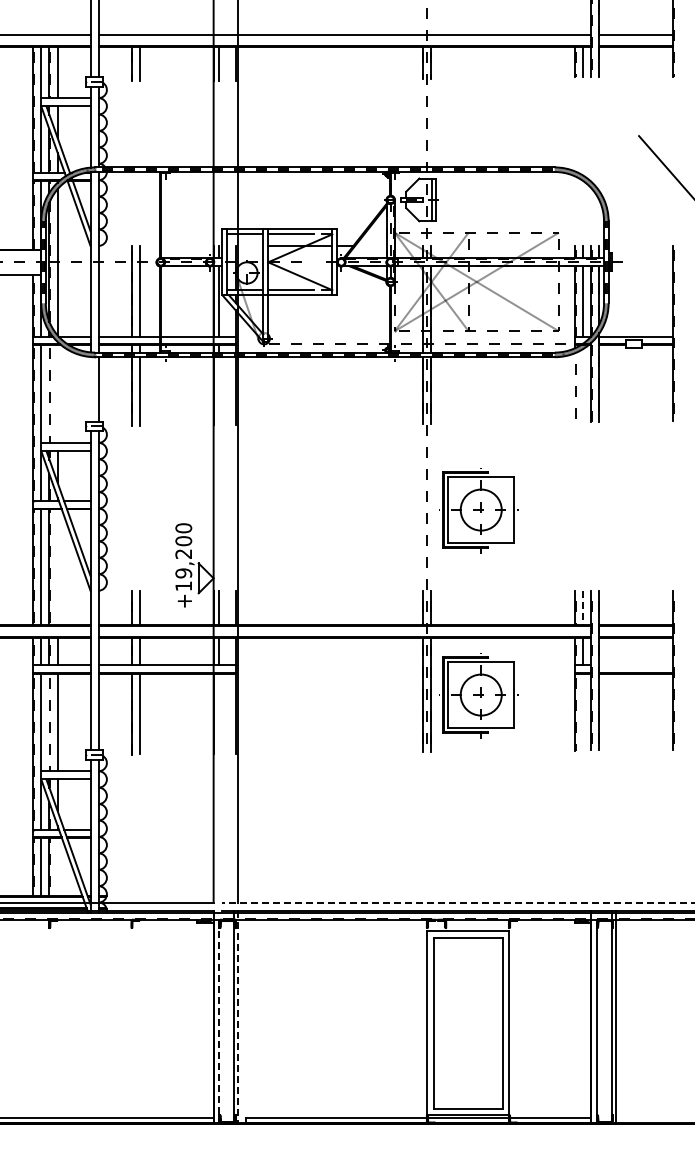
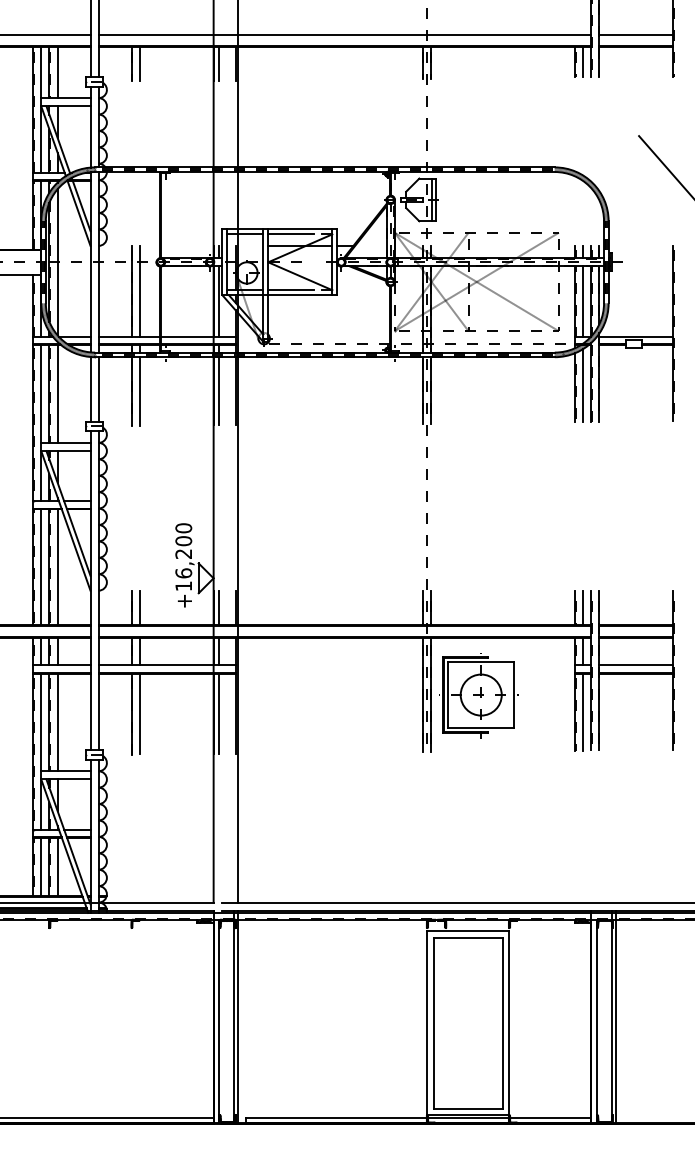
line at (583, 385): none -> present
line at (574, 387): none -> present
line at (90, 389): none -> present
line at (219, 391): none -> present
line at (49, 393): none -> present
line at (57, 393): none -> present
part at (478, 510): present -> none
line at (57, 567): none -> present
text at (183, 573): +19,200 -> +16,200
line at (583, 608): dashed -> solid
line at (636, 665): none -> present
line at (583, 711): none -> present
line at (219, 713): none -> present
line at (49, 722): none -> present
line at (57, 866): none -> present
line at (457, 902): dashed -> solid
line at (238, 1017): dashed -> solid
line at (219, 1021): dashed -> solid
